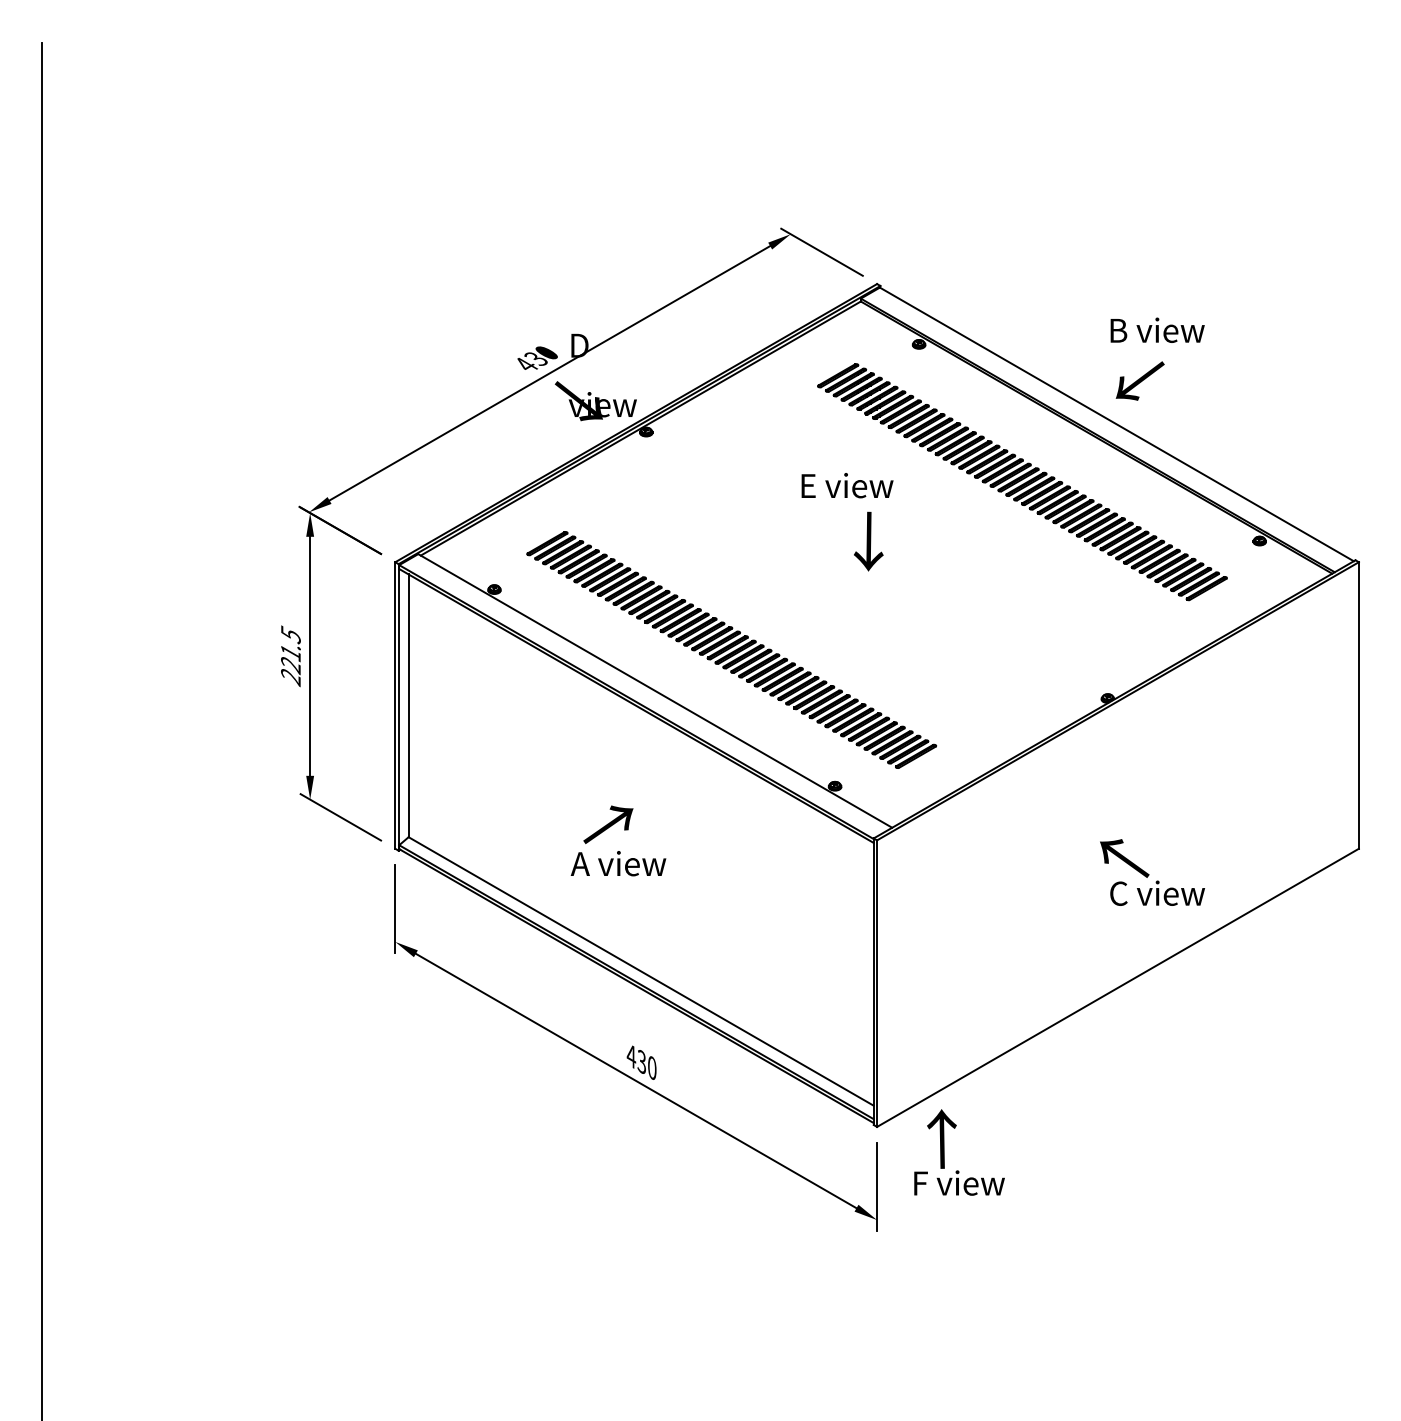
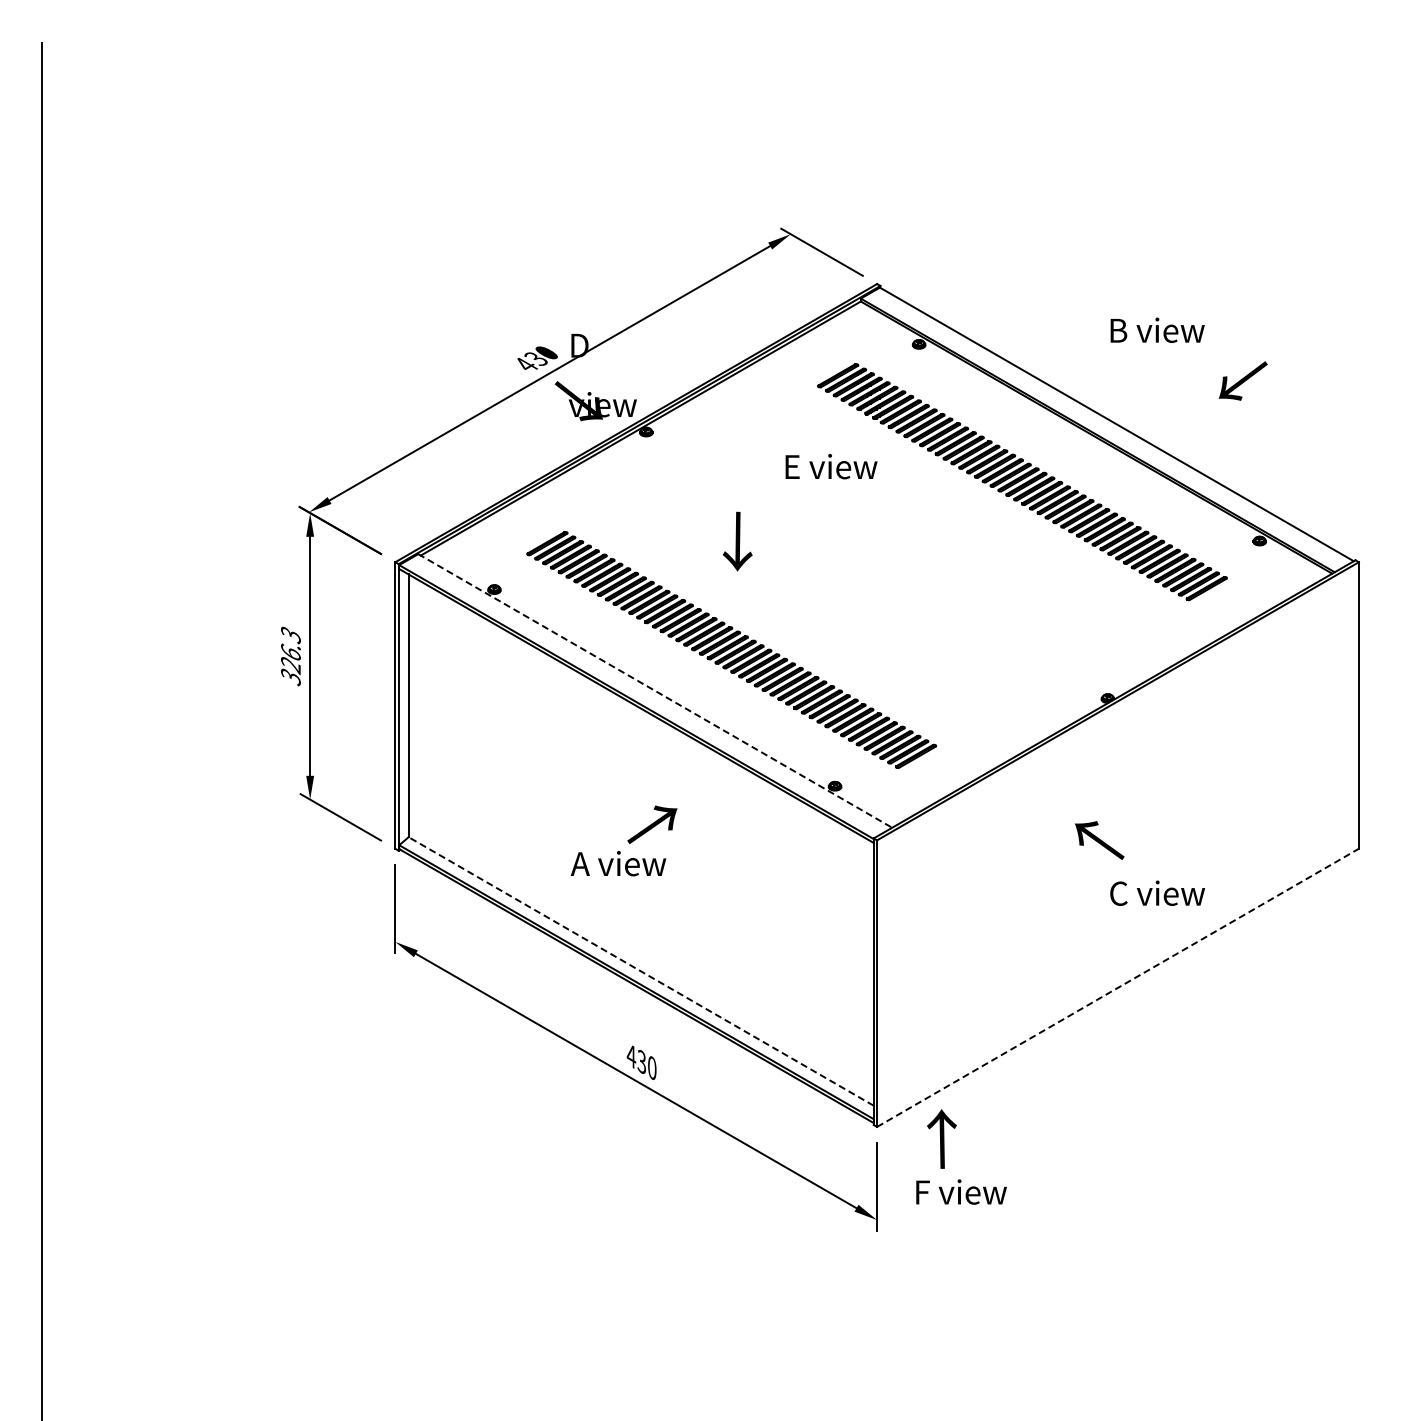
text at (1139, 380) position: (1139, 380) -> (1242, 380)
text at (847, 485) position: (847, 485) -> (831, 466)
text at (868, 541) position: (868, 541) -> (737, 541)
text at (290, 656): 221.5 -> 326.3
line at (655, 690): solid -> dashed
text at (608, 824) position: (608, 824) -> (652, 824)
text at (1124, 858) position: (1124, 858) -> (1099, 840)
line at (641, 971): solid -> dashed
line at (1118, 987): solid -> dashed
text at (959, 1182) position: (959, 1182) -> (961, 1191)
